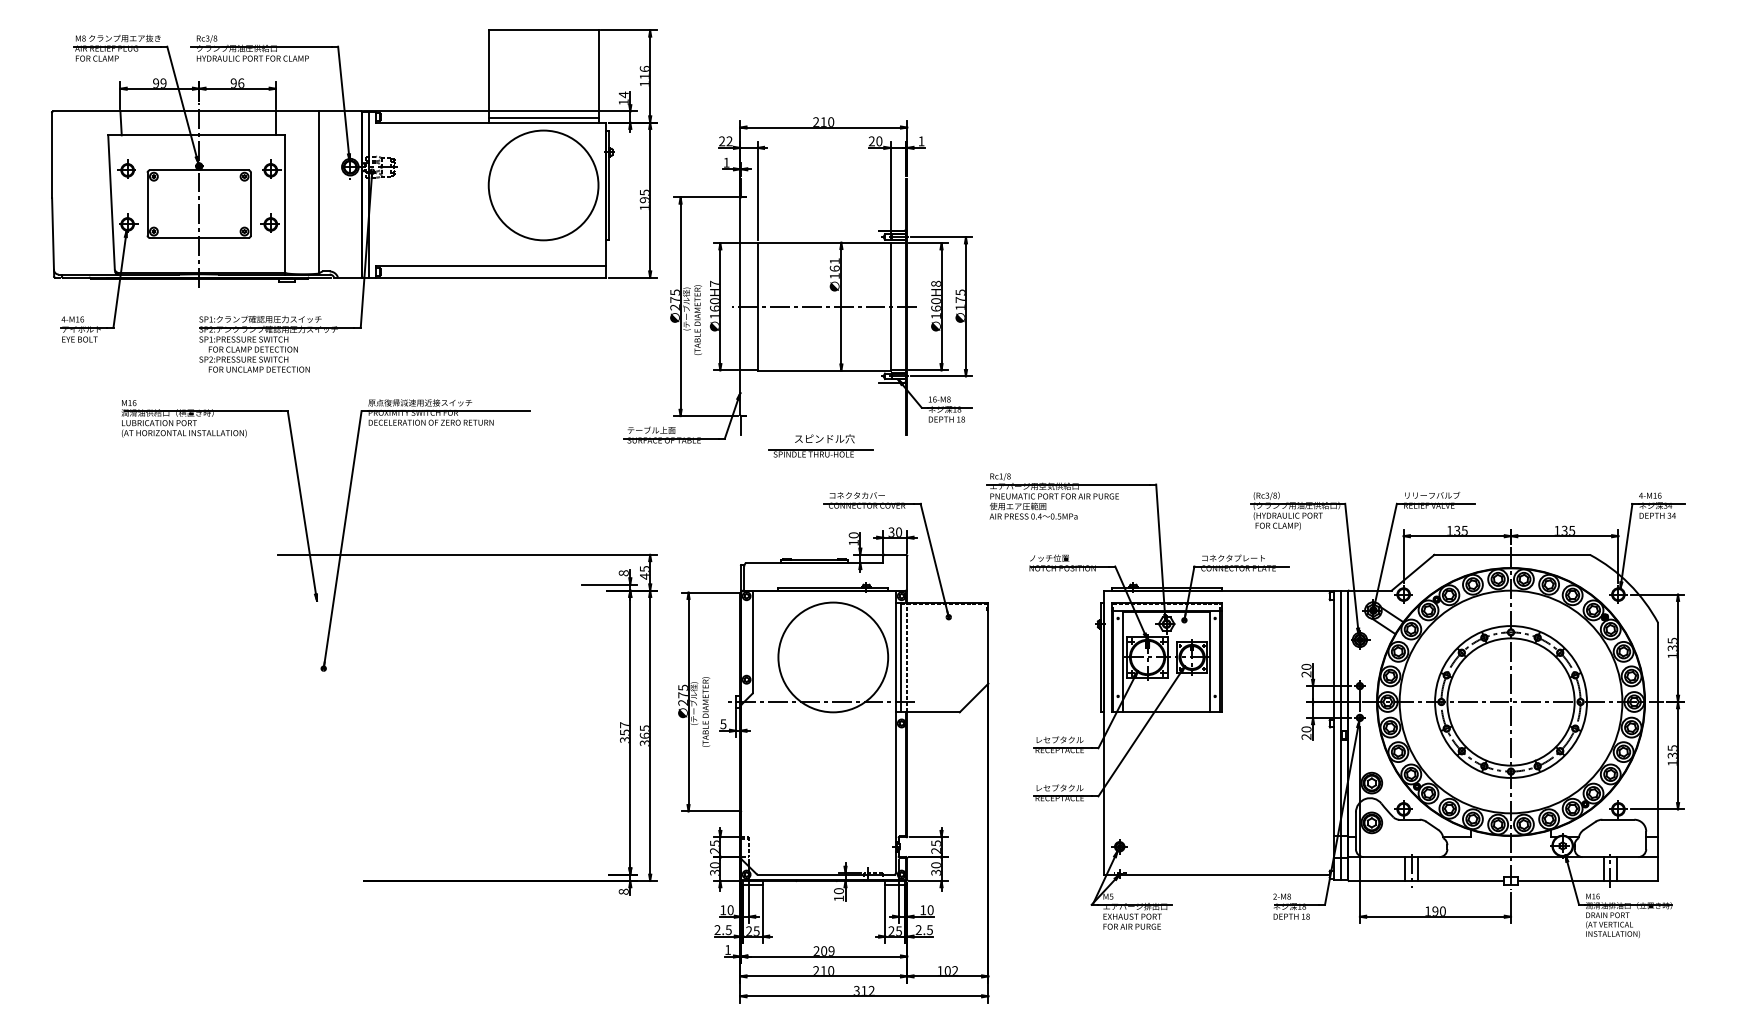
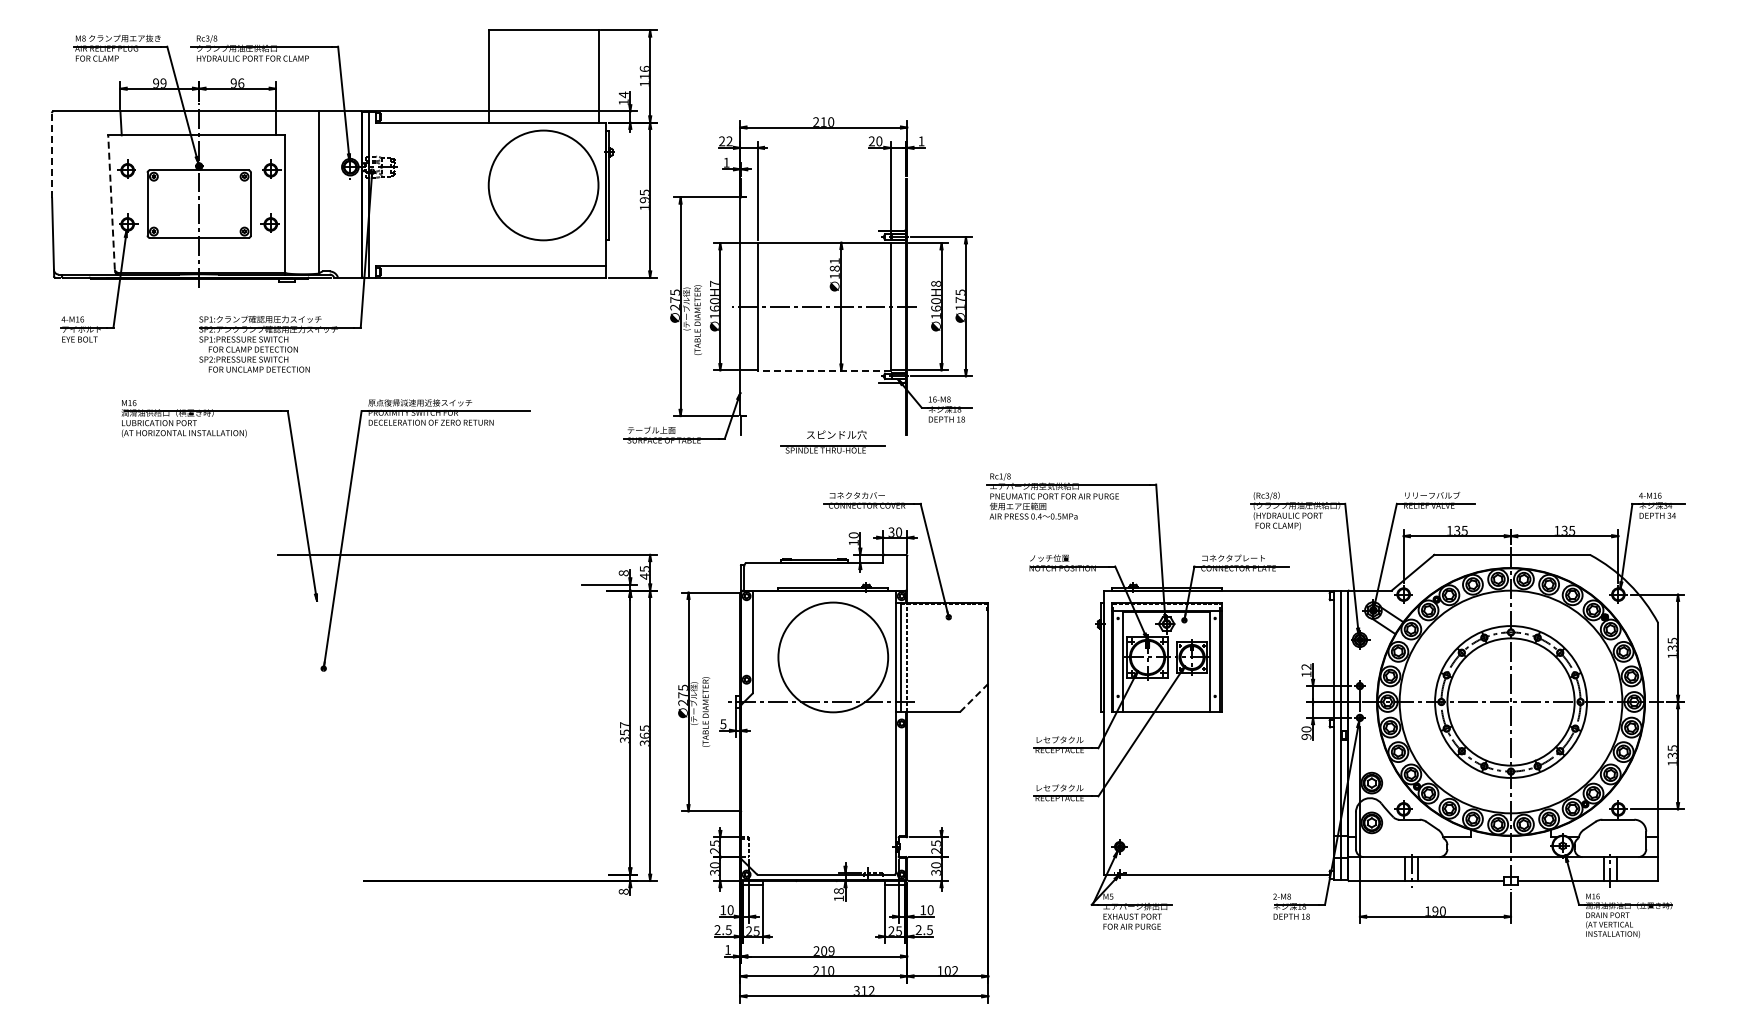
line at (543, 117): present -> none
line at (52, 155): solid -> dashed
line at (111, 201): solid -> dashed
text at (834, 268): 161 -> 181
line at (823, 370): solid -> dashed
part at (820, 445) position: (820, 445) -> (832, 441)
text at (1306, 670): 20 -> 12
line at (973, 698): solid -> dashed
text at (1306, 736): 20 -> 90
text at (838, 891): 10 -> 18
